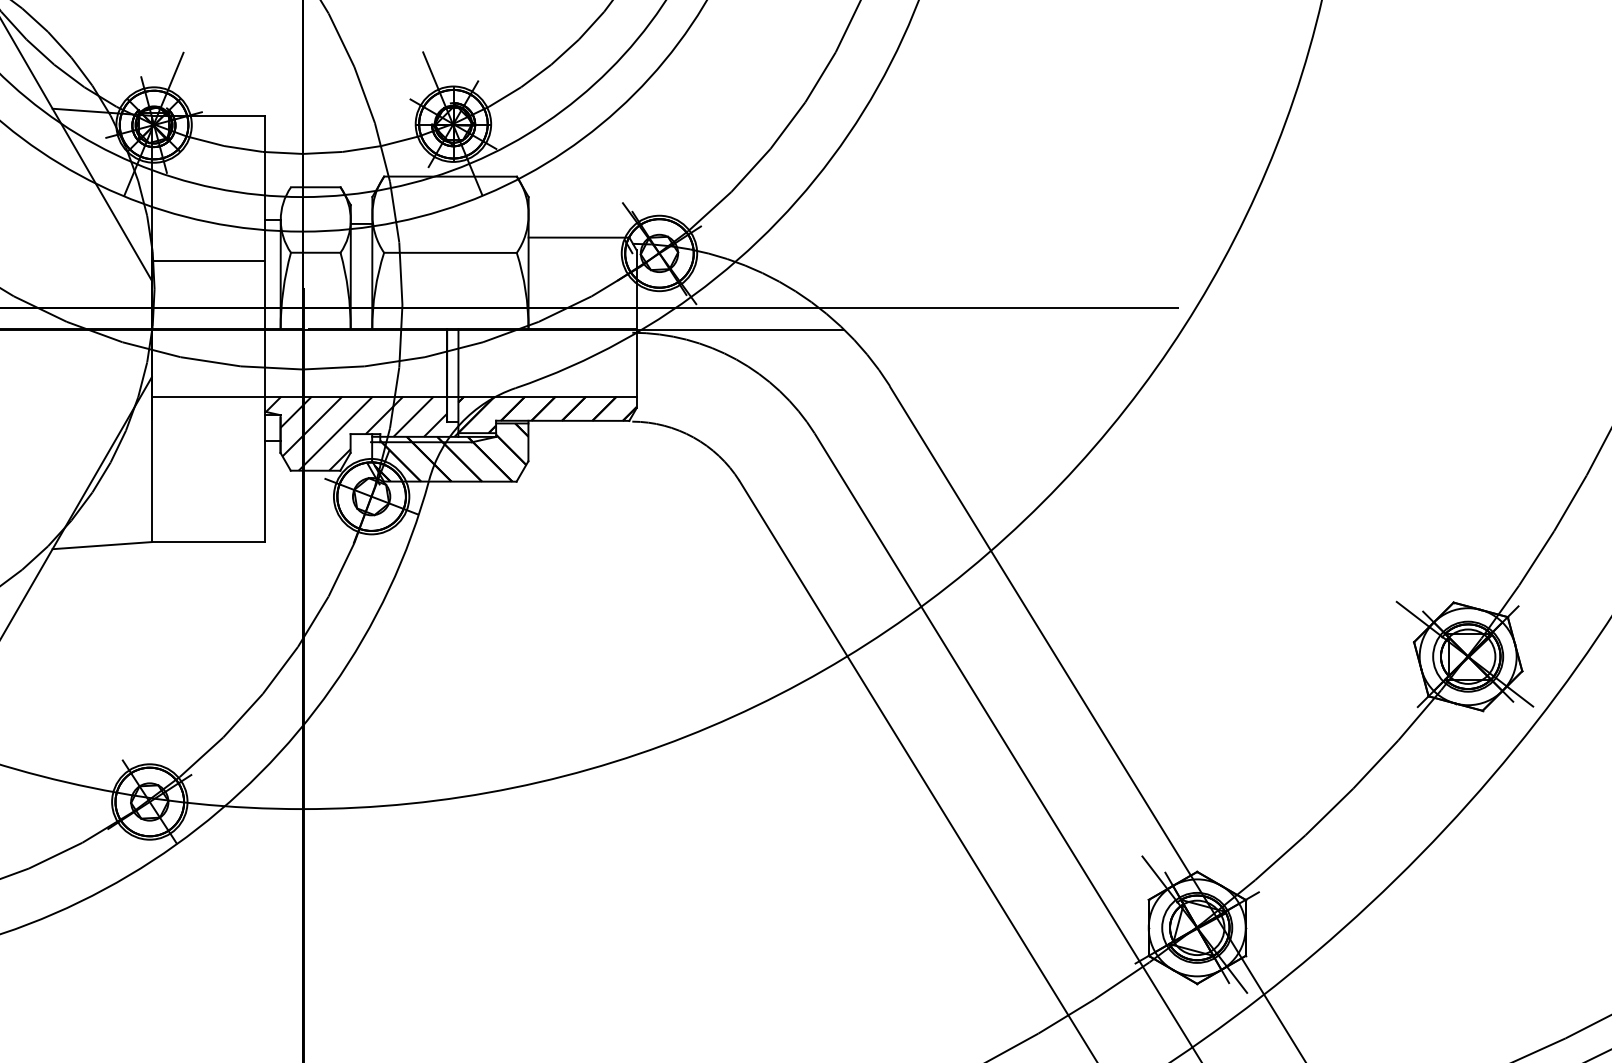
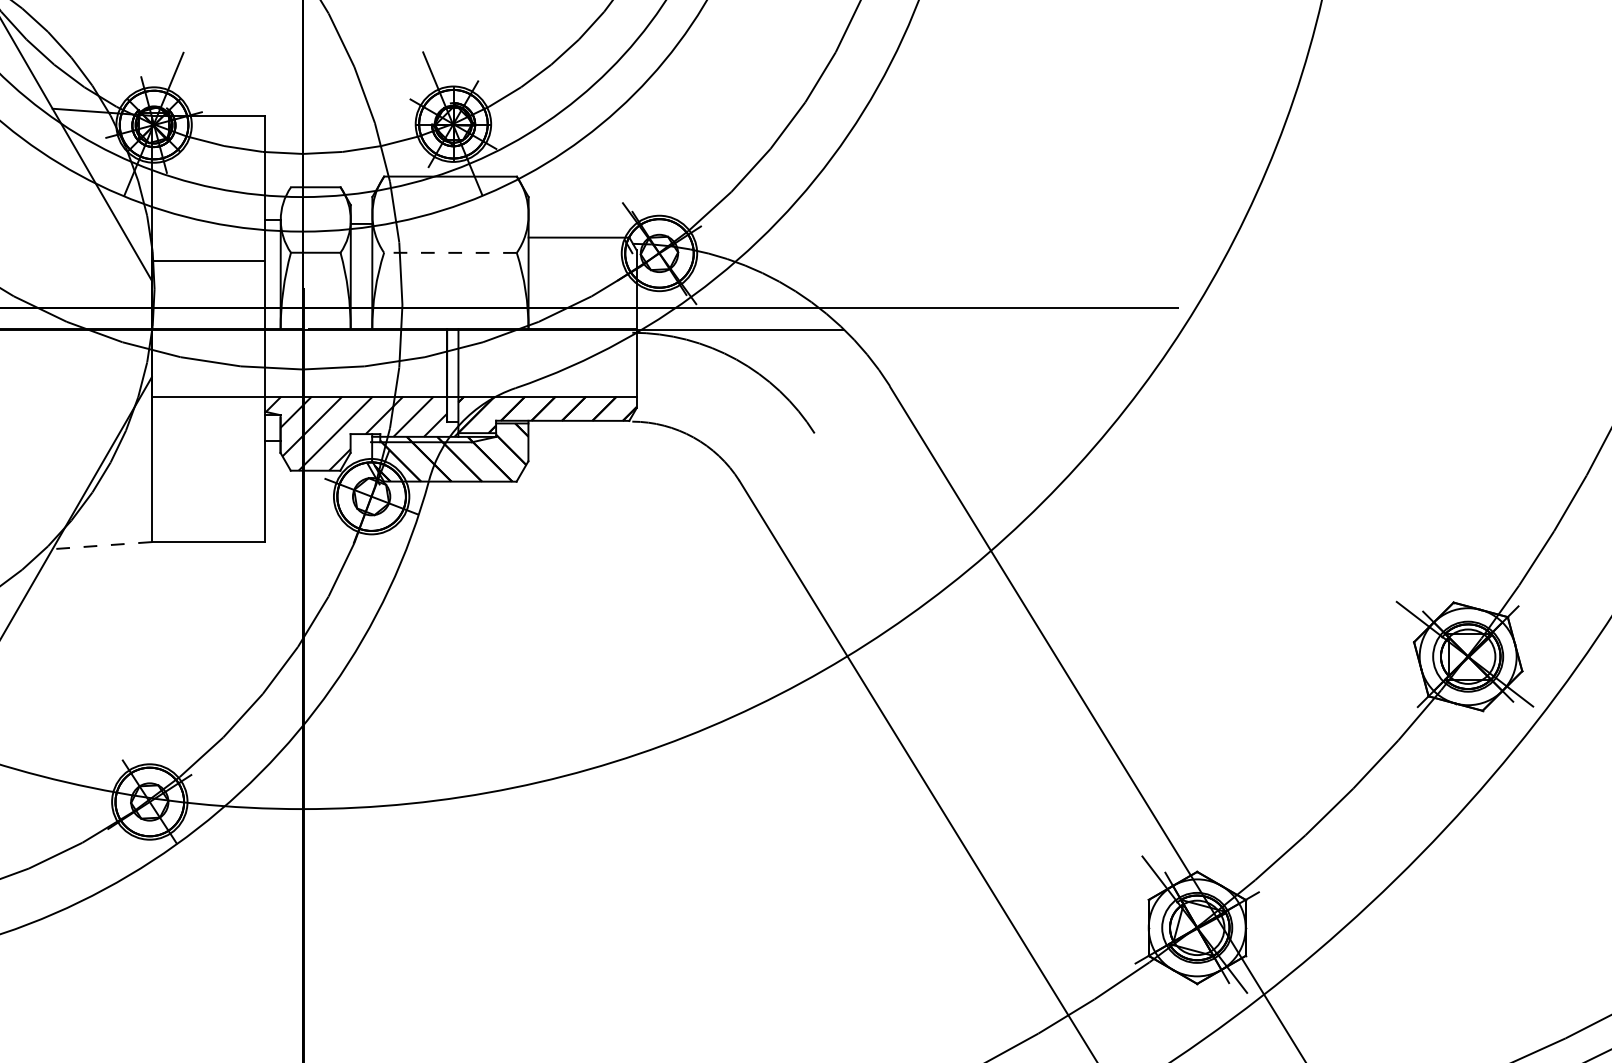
line at (449, 252): solid -> dashed
line at (102, 545): solid -> dashed
line at (1006, 746): present -> none
